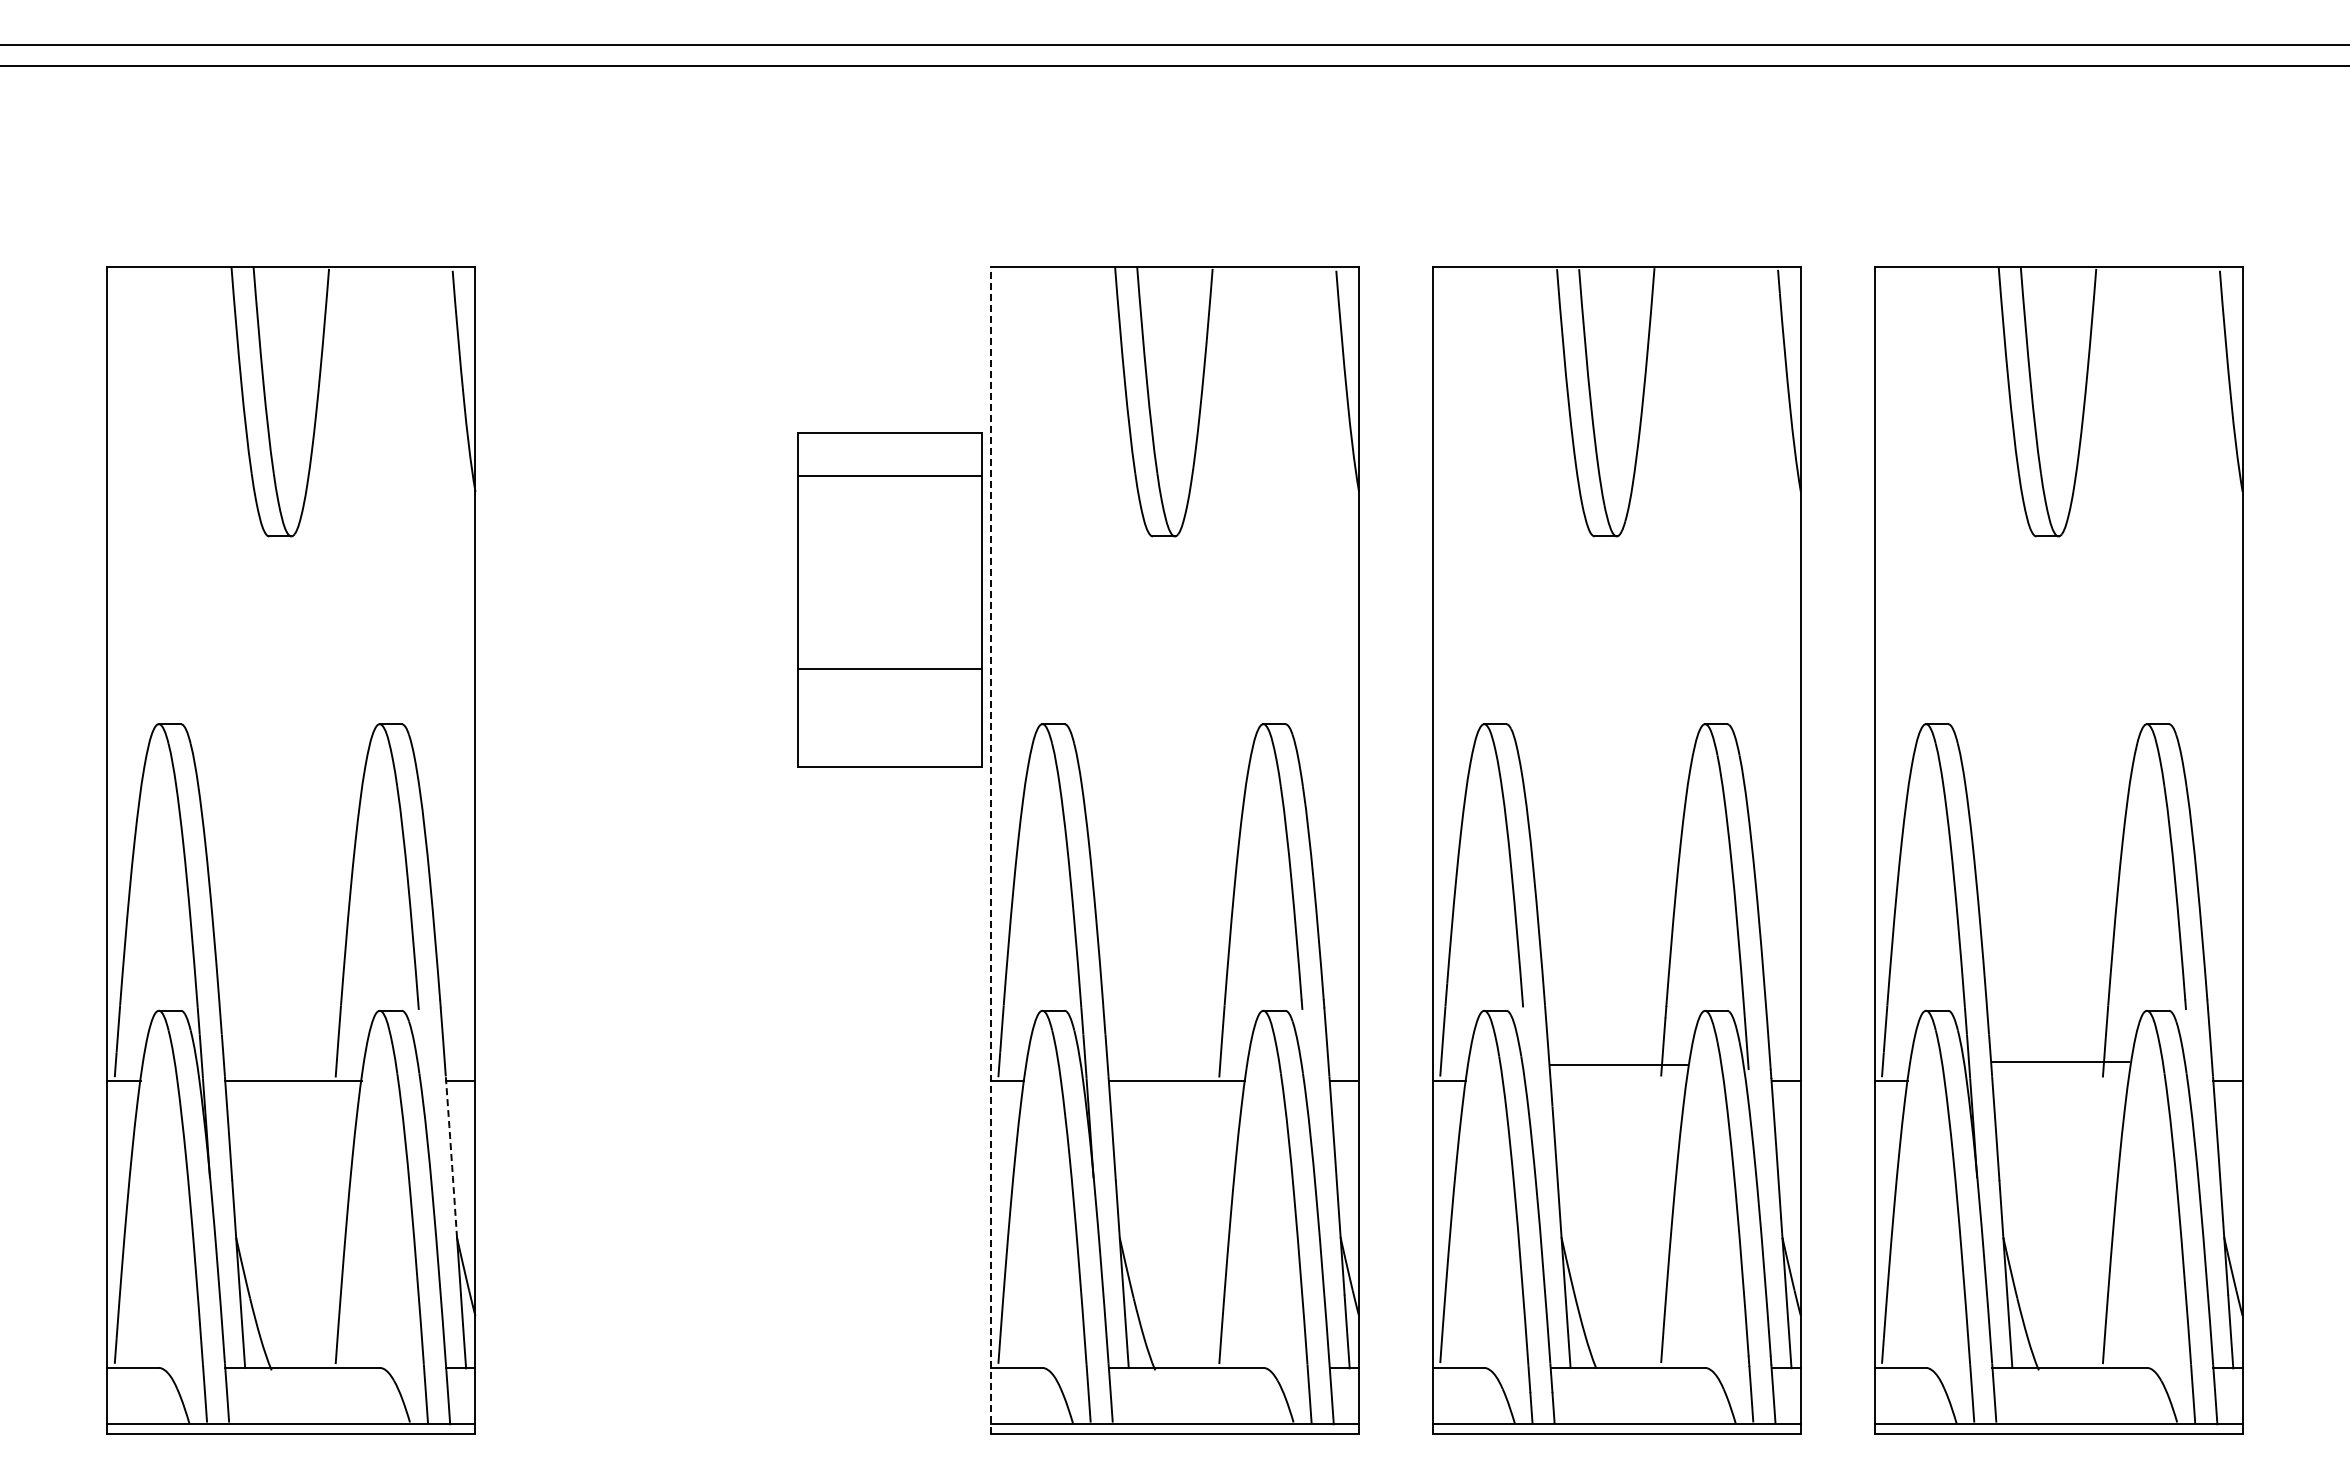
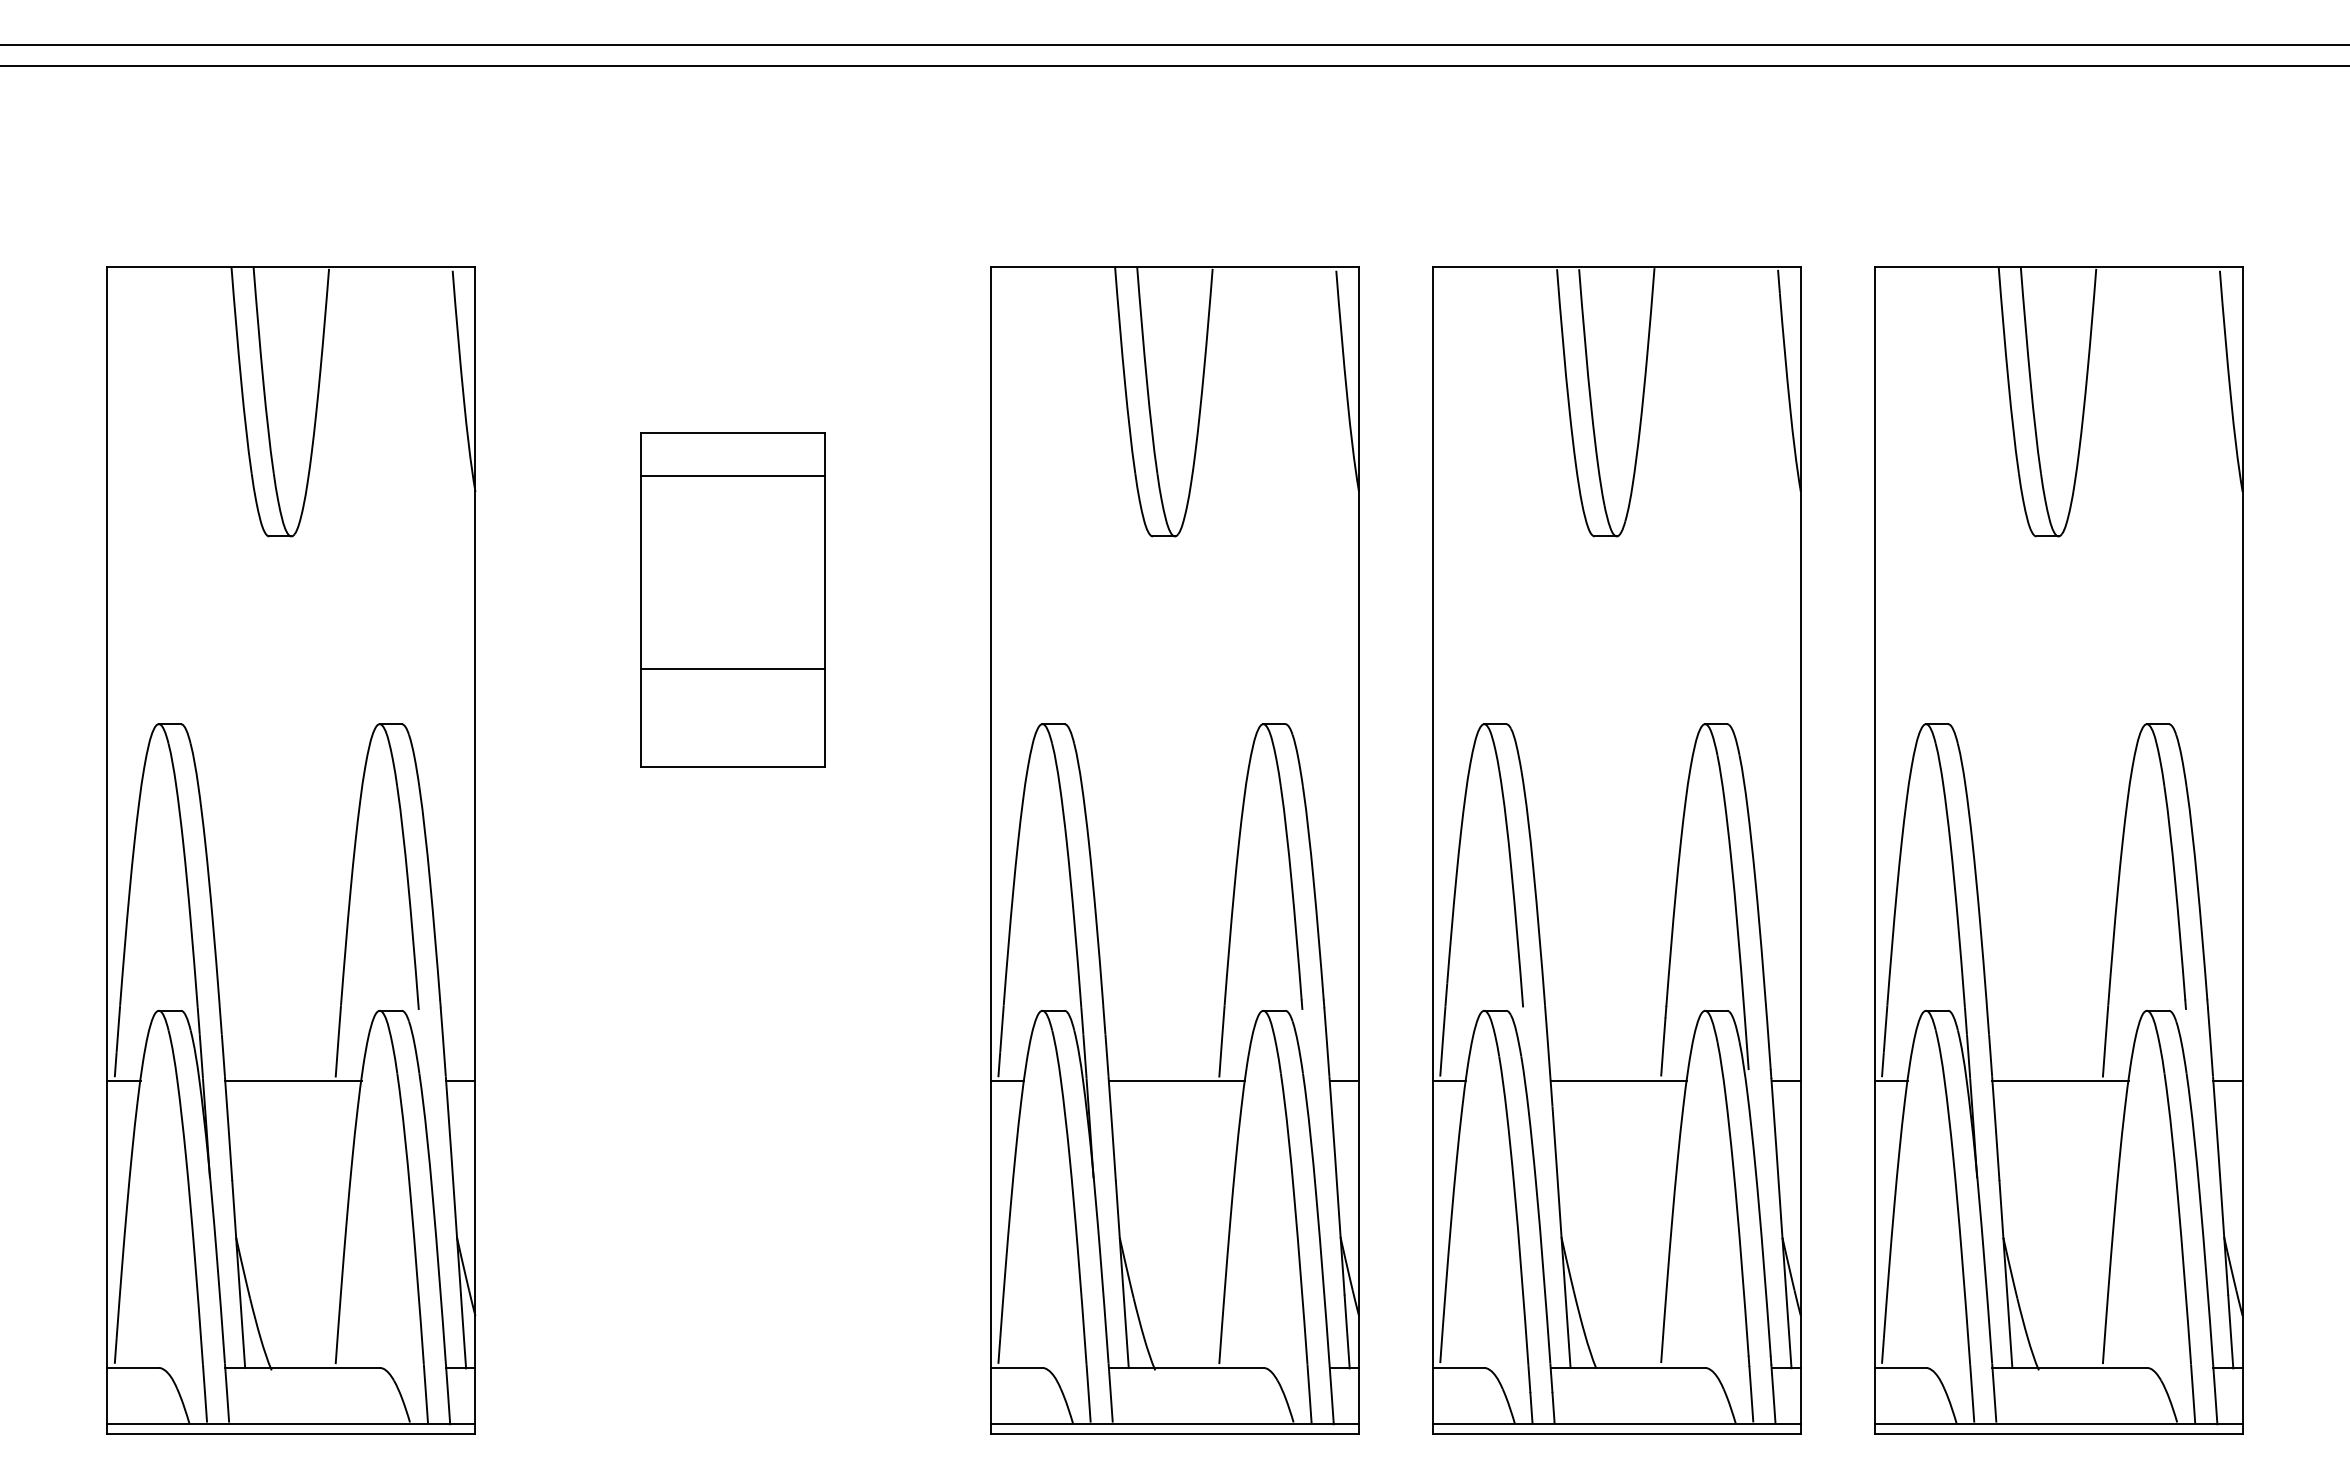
part at (889, 599) position: (889, 599) -> (732, 599)
line at (990, 850): dashed -> solid
line at (2060, 1062) position: (2060, 1062) -> (2060, 1081)
line at (1618, 1065) position: (1618, 1065) -> (1618, 1081)
arc at (451, 1157): dashed -> solid
